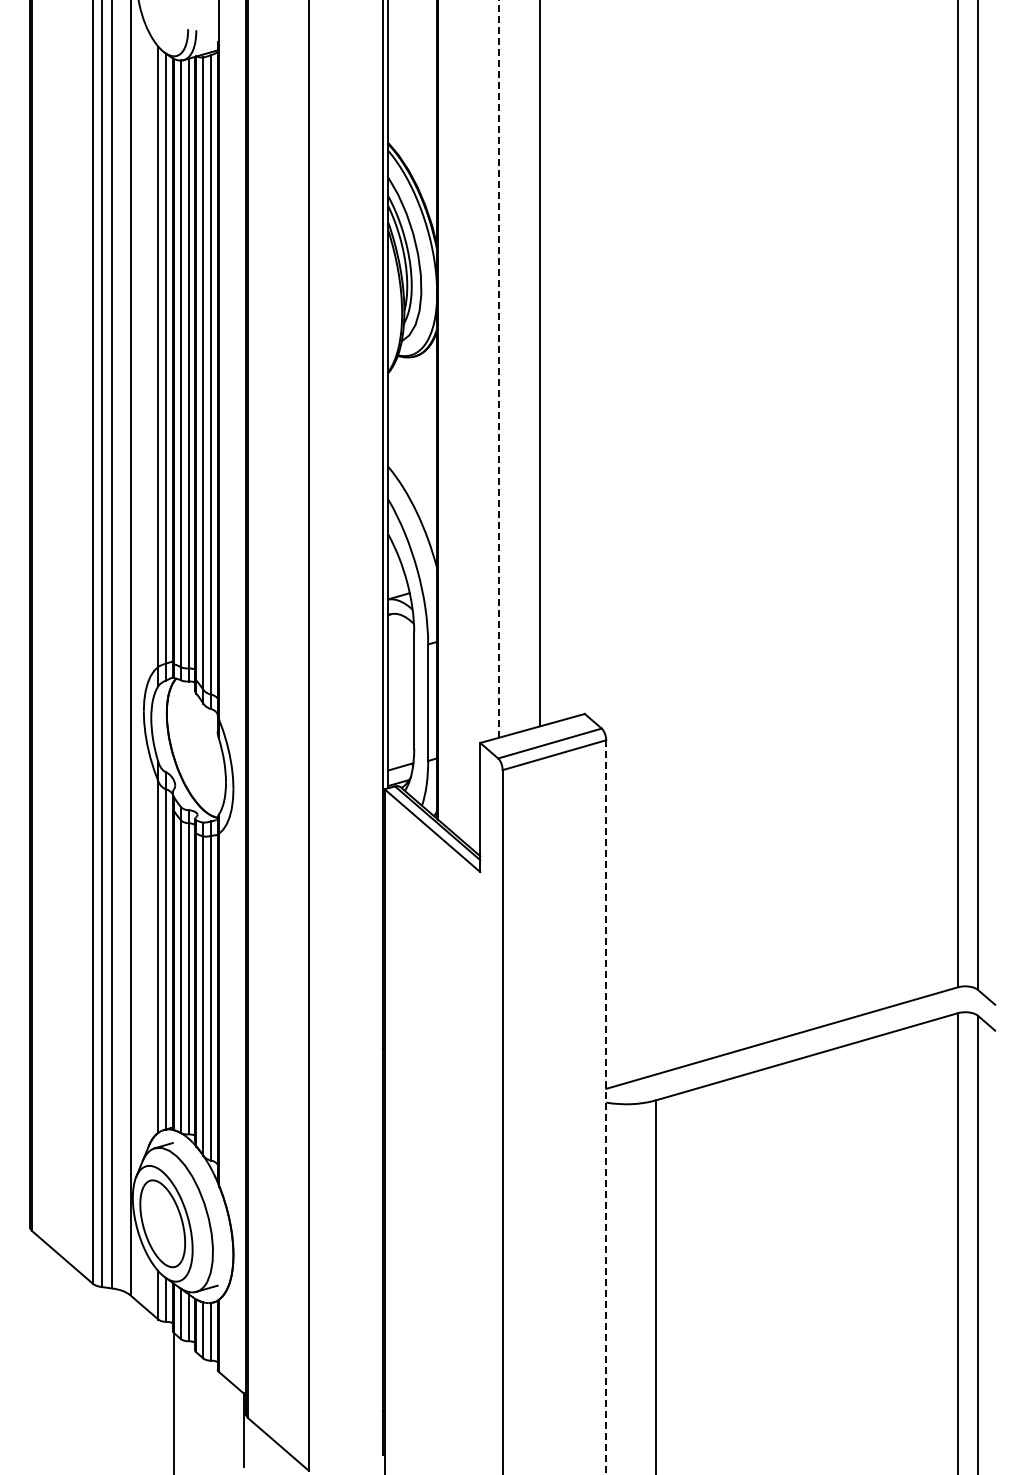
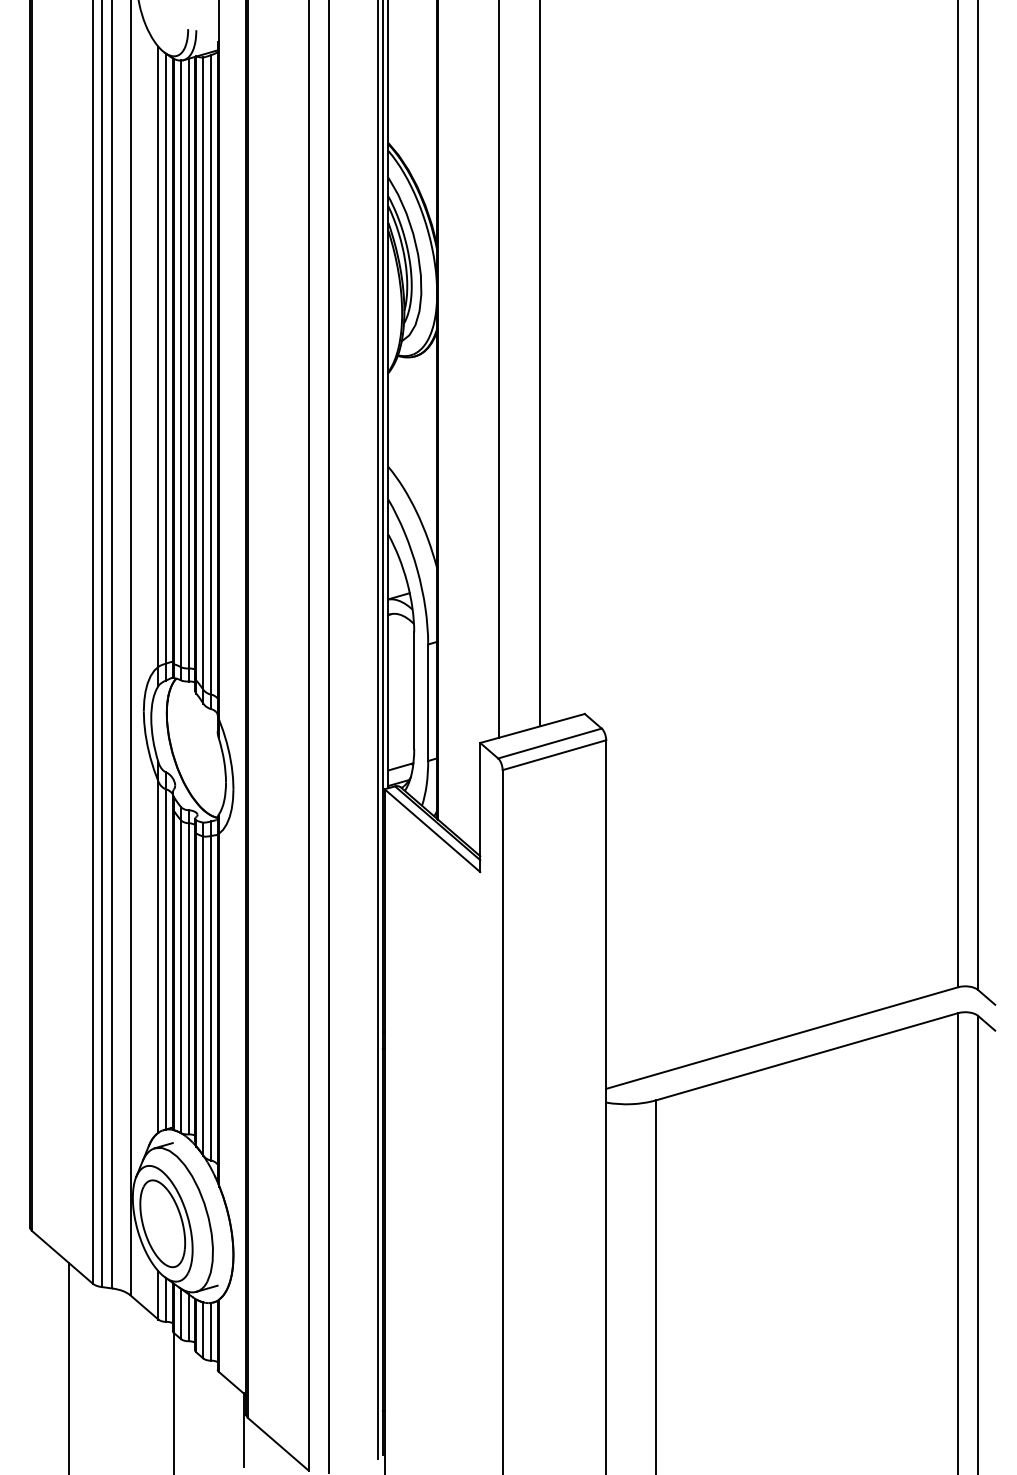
line at (498, 368): dashed -> solid
line at (378, 730): none -> present
line at (329, 736): none -> present
line at (606, 1107): dashed -> solid
line at (69, 1367): none -> present
